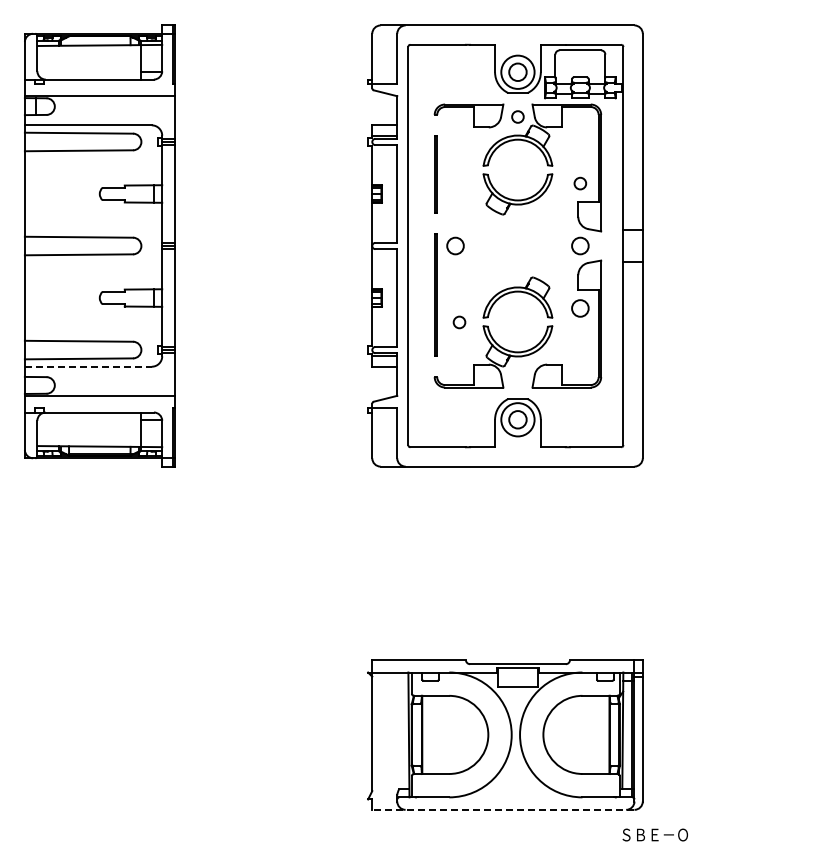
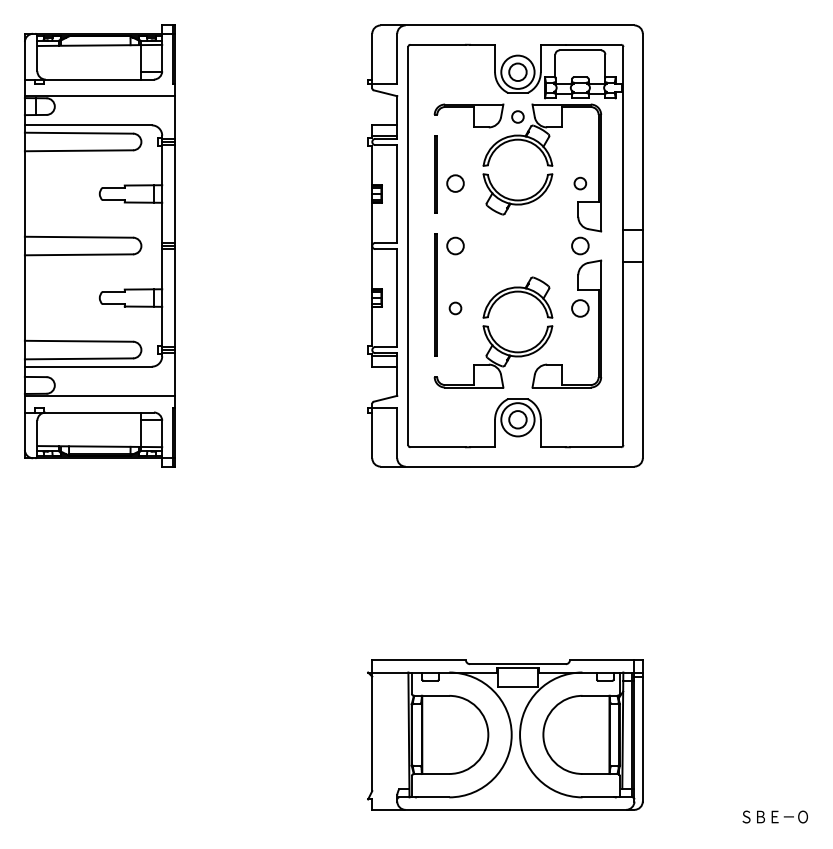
circle at (455, 183): none -> present
circle at (459, 322) position: (459, 322) -> (455, 308)
line at (88, 366): dashed -> solid
line at (502, 809): dashed -> solid
text at (654, 834) position: (654, 834) -> (774, 816)
